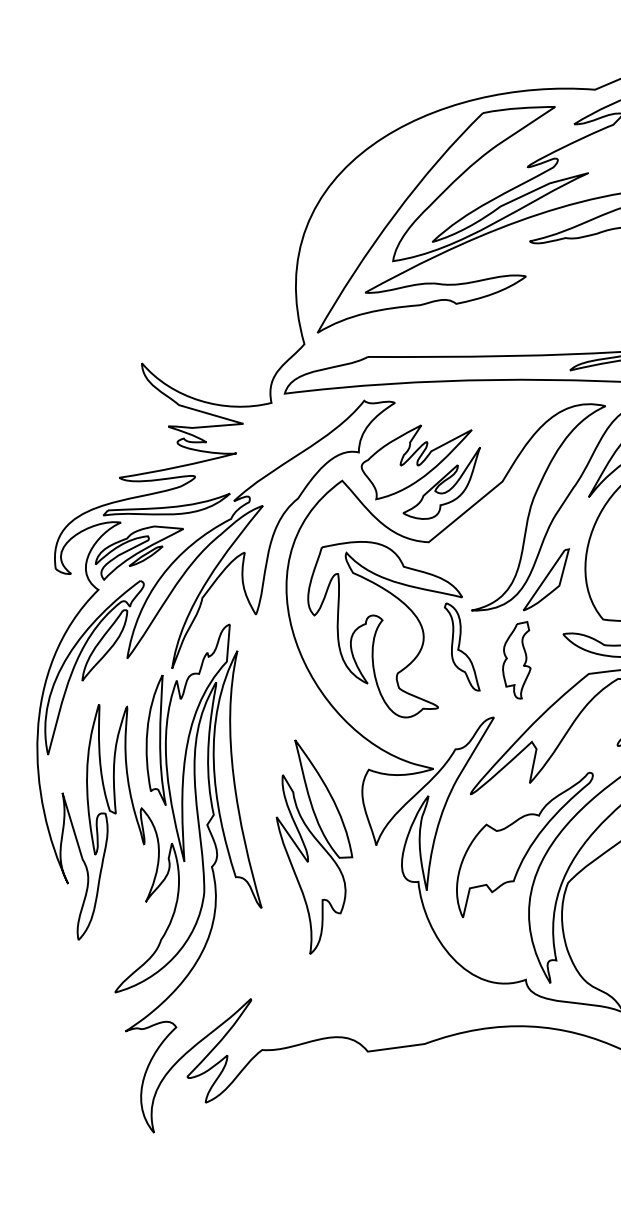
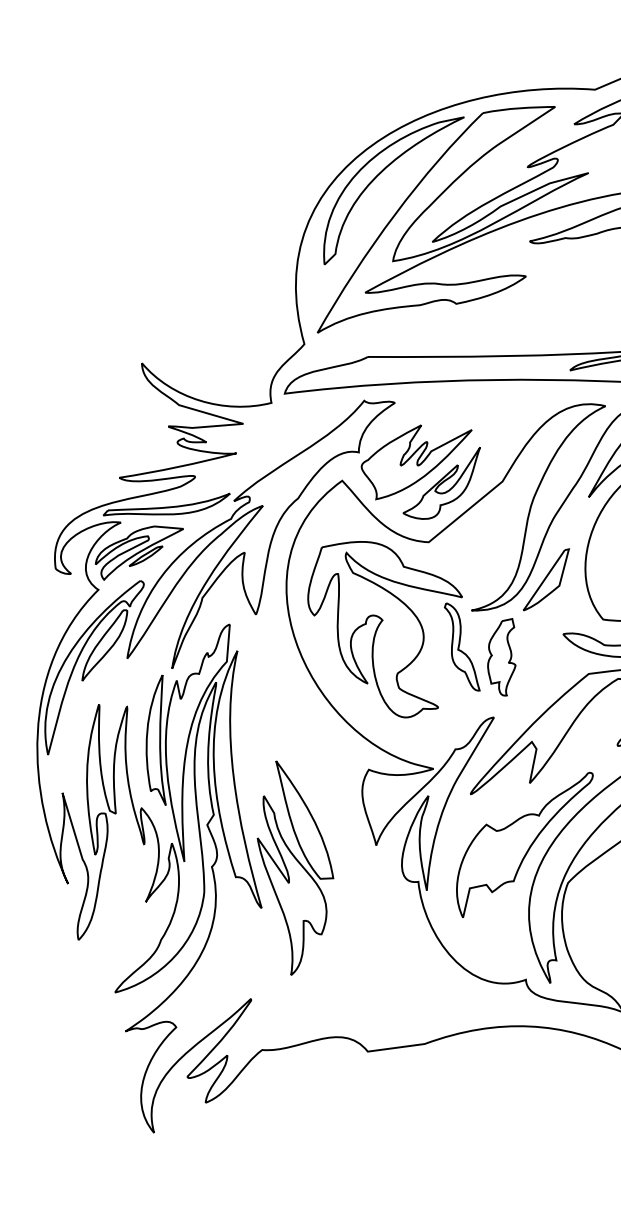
part at (379, 175): none -> present
part at (516, 660) position: (516, 660) -> (501, 657)
part at (314, 846) position: (314, 846) -> (295, 867)
